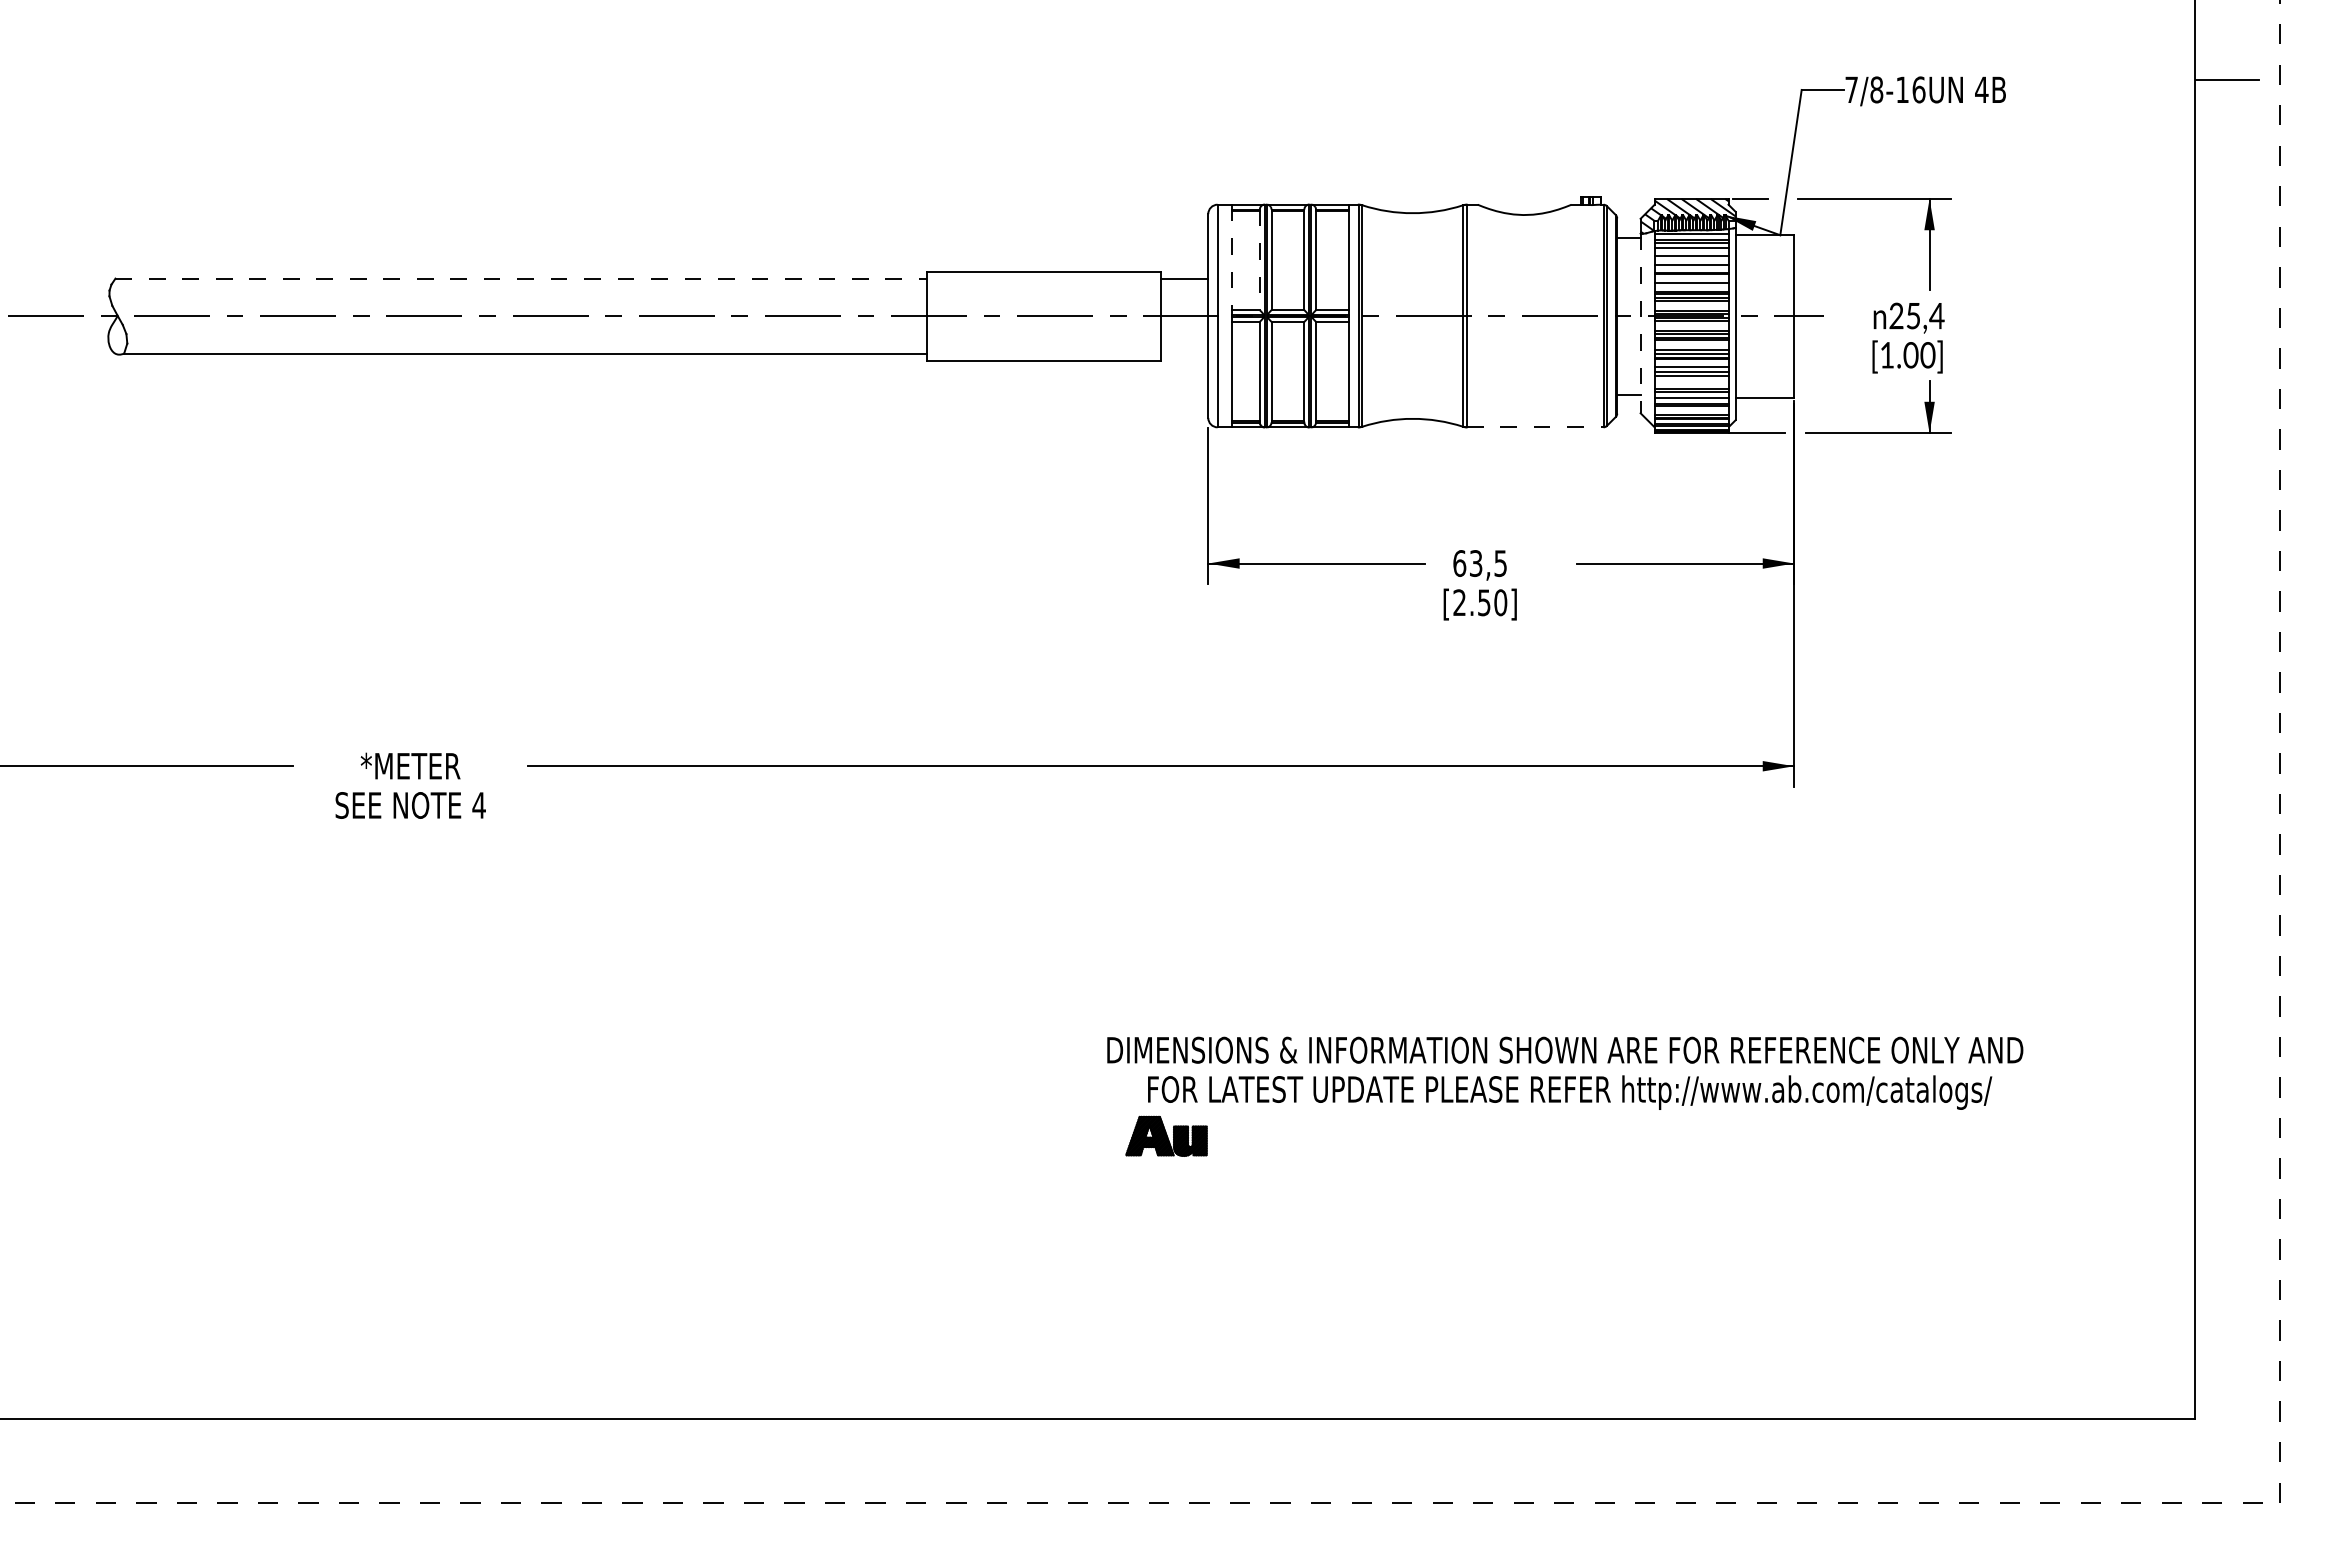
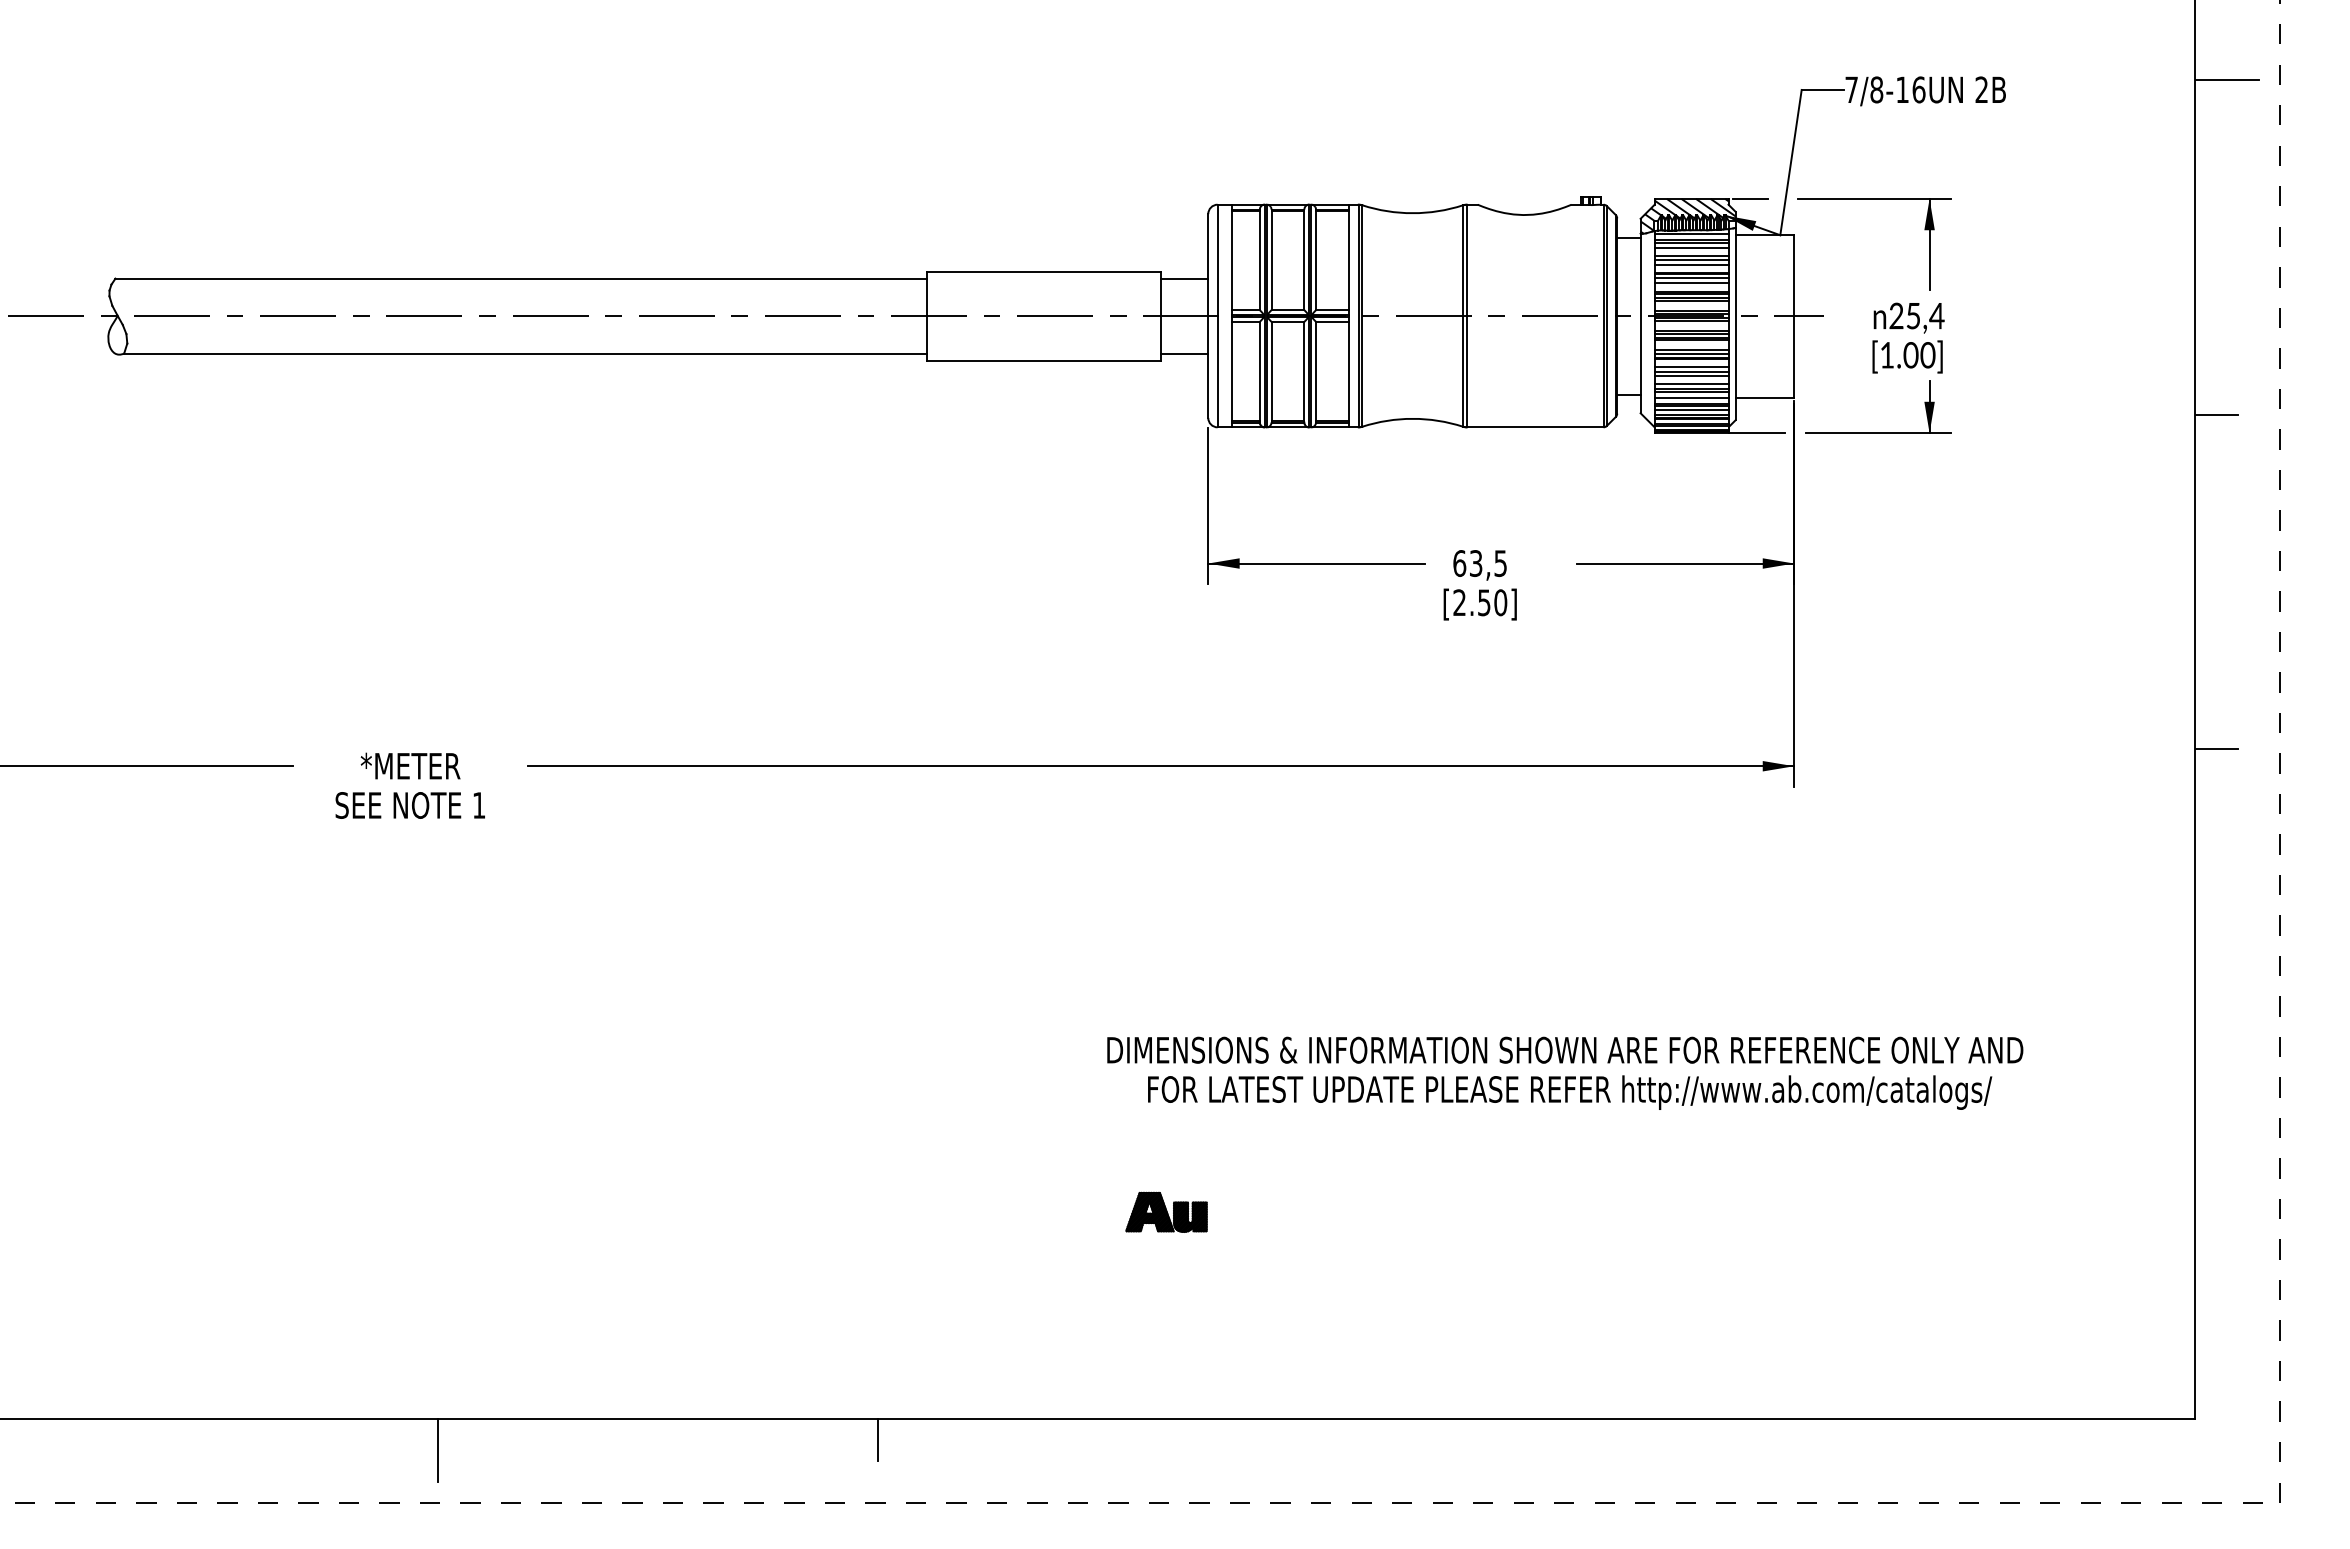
text at (1981, 89): 4B -> 2B
line at (1691, 259): none -> present
line at (1231, 260): dashed -> solid
line at (1259, 260): dashed -> solid
line at (521, 278): dashed -> solid
line at (1691, 278): none -> present
line at (1640, 323): dashed -> solid
line at (1184, 353): none -> present
line at (1691, 383): none -> present
line at (1691, 409): none -> present
line at (2216, 414): none -> present
line at (1535, 427): dashed -> solid
line at (2216, 749): none -> present
text at (478, 805): 4 -> 1
part at (1166, 1135) position: (1166, 1135) -> (1166, 1211)
line at (877, 1439): none -> present
line at (438, 1450): none -> present
